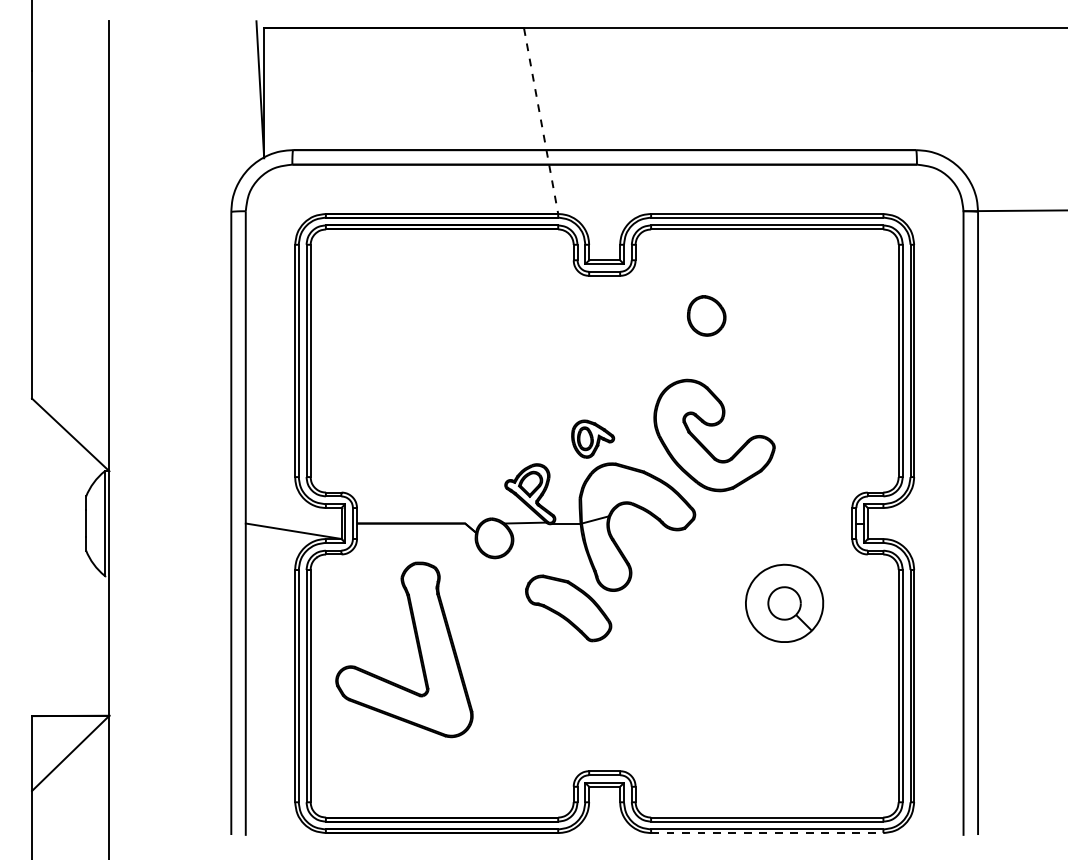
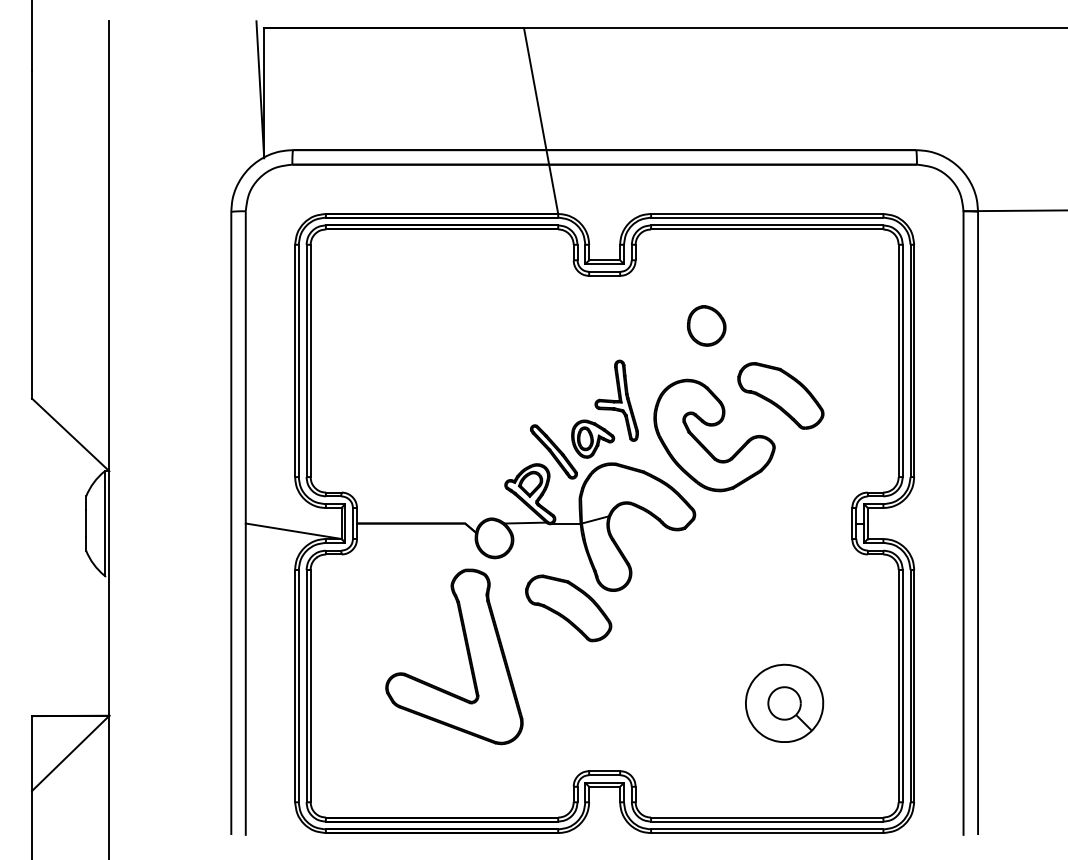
line at (541, 121): dashed -> solid
part at (706, 315) position: (706, 315) -> (706, 325)
part at (780, 395): none -> present
part at (616, 400): none -> present
part at (553, 451): none -> present
part at (784, 602) position: (784, 602) -> (784, 702)
part at (416, 644) position: (416, 644) -> (466, 651)
line at (767, 833): dashed -> solid
